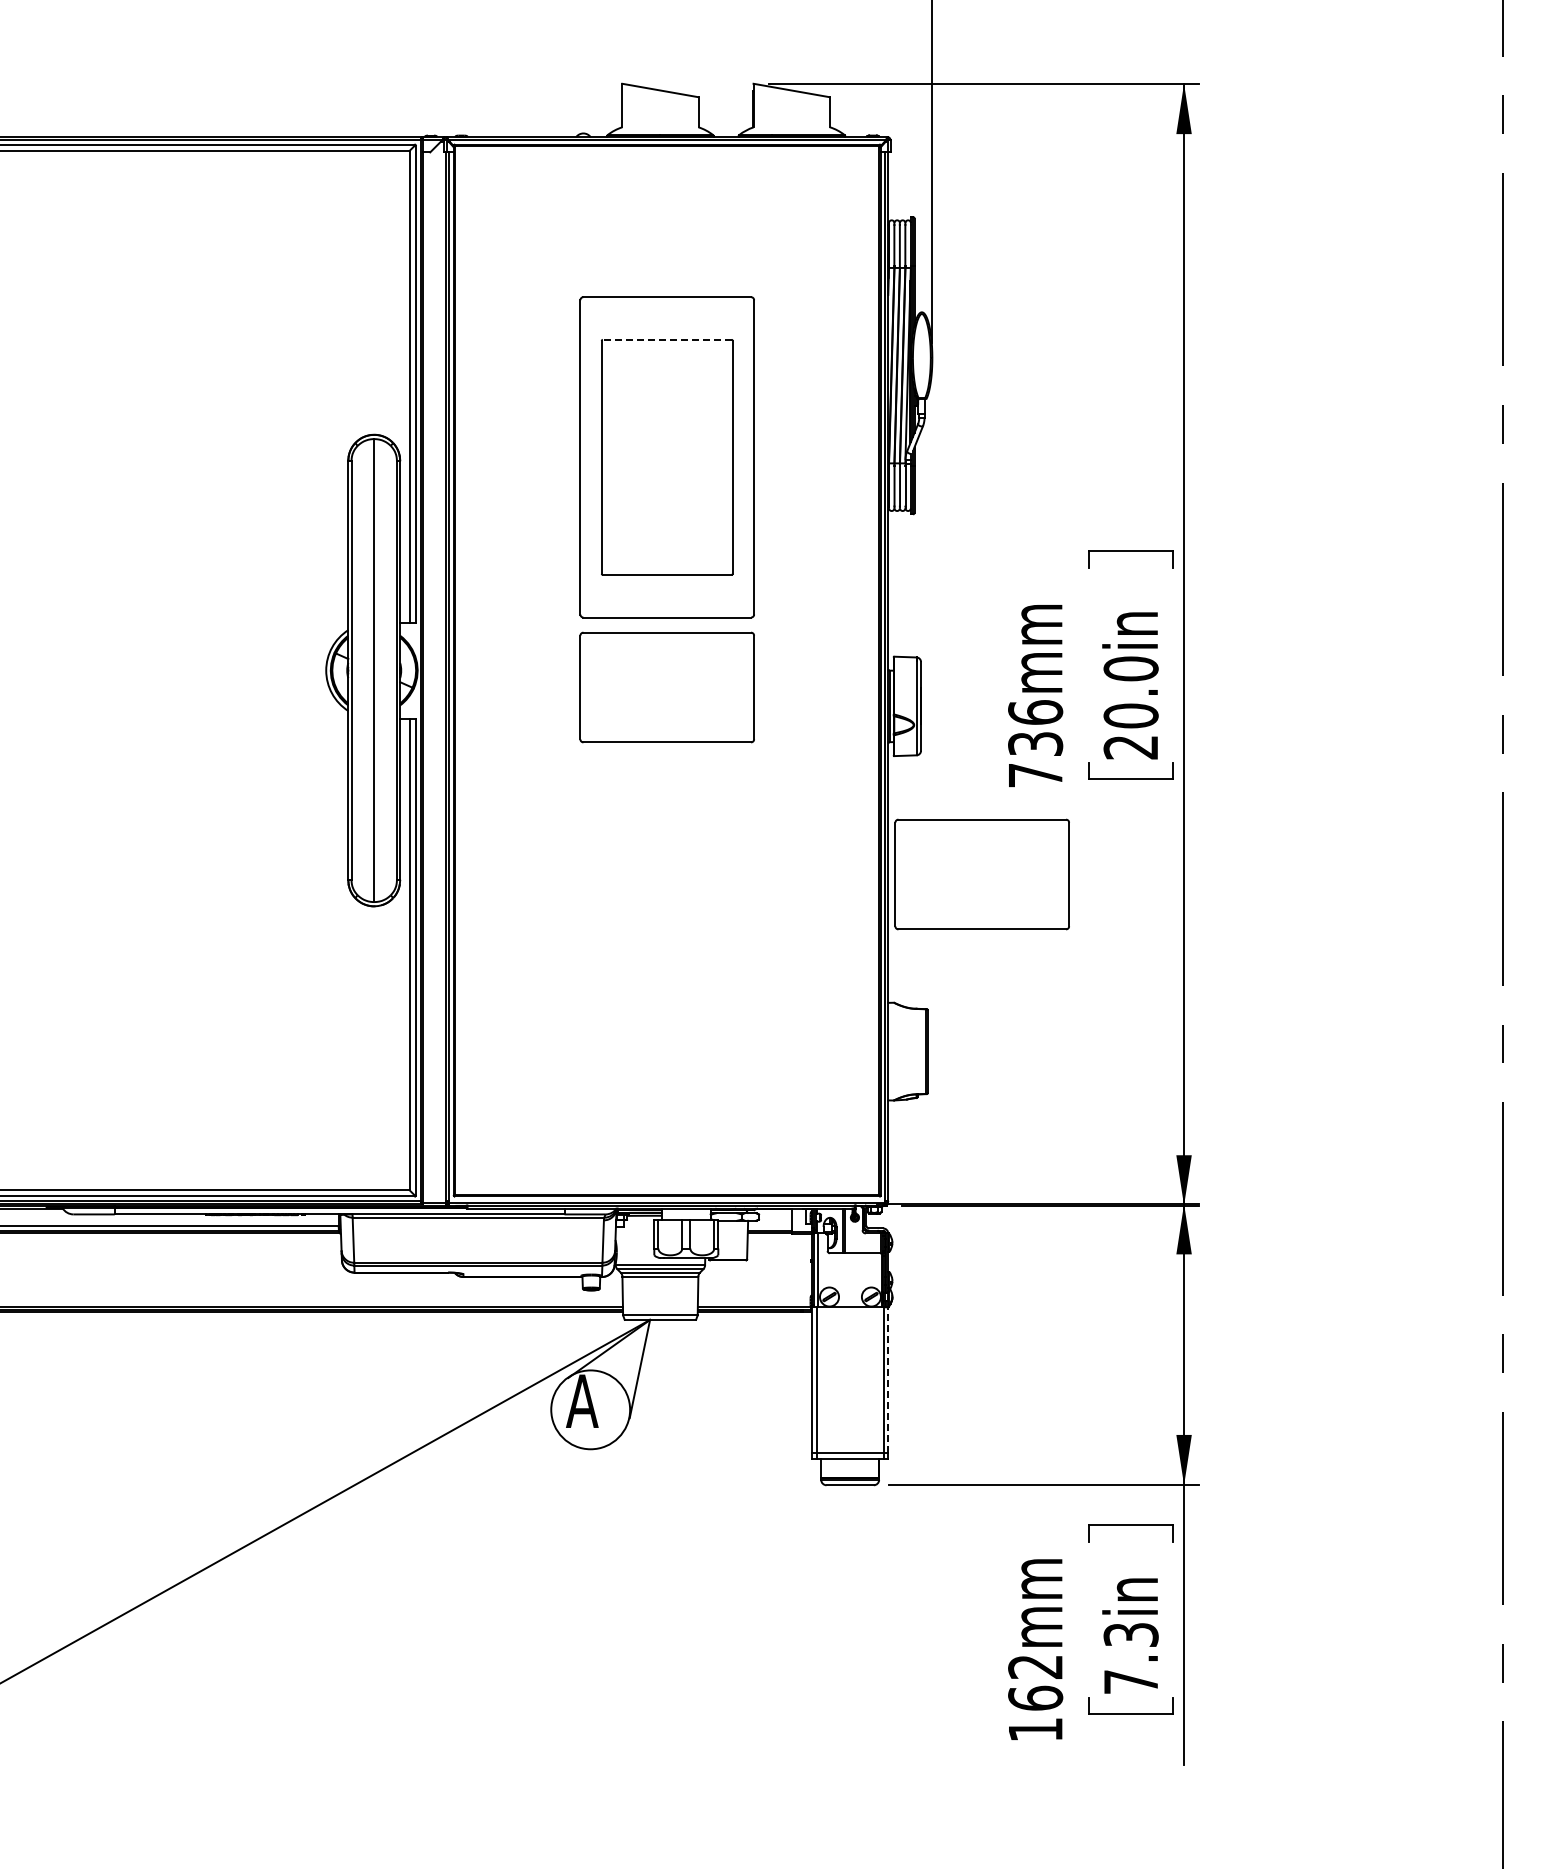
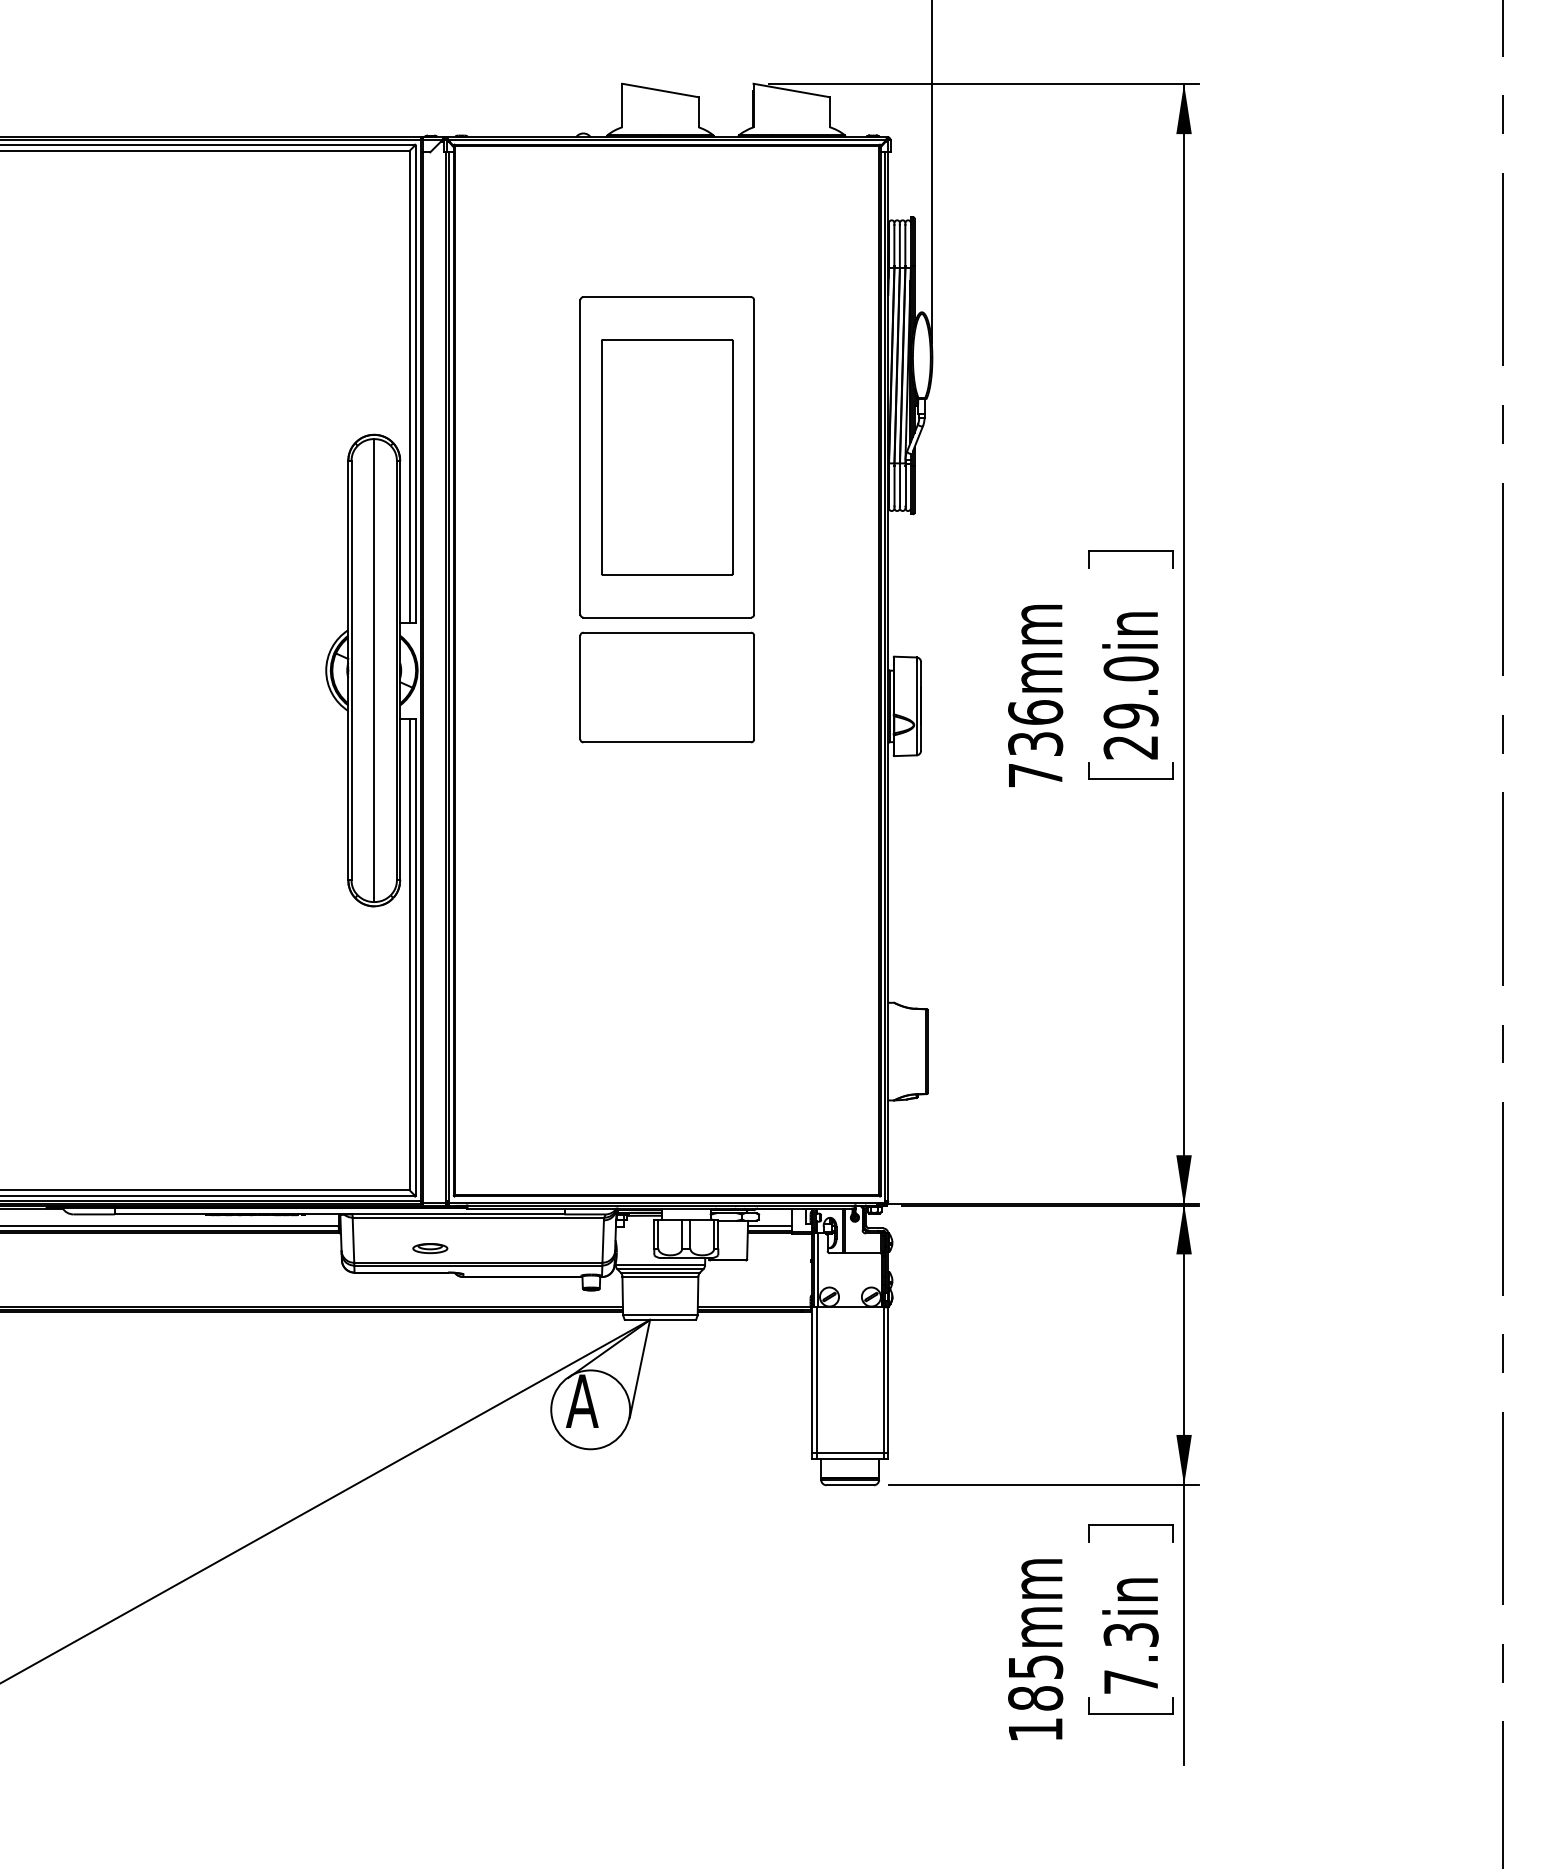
line at (666, 339): dashed -> solid
text at (1130, 715): 20.0in -> 29.0in
part at (981, 874): present -> none
line at (770, 1225): none -> present
part at (430, 1248): none -> present
line at (888, 1380): dashed -> solid
text at (1035, 1682): 162mm -> 185mm
